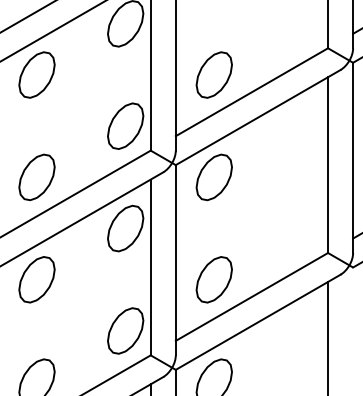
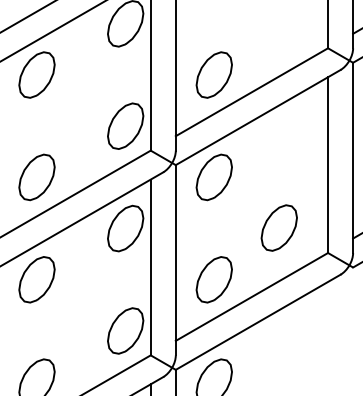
part at (278, 227): none -> present
line at (328, 336): present -> none
